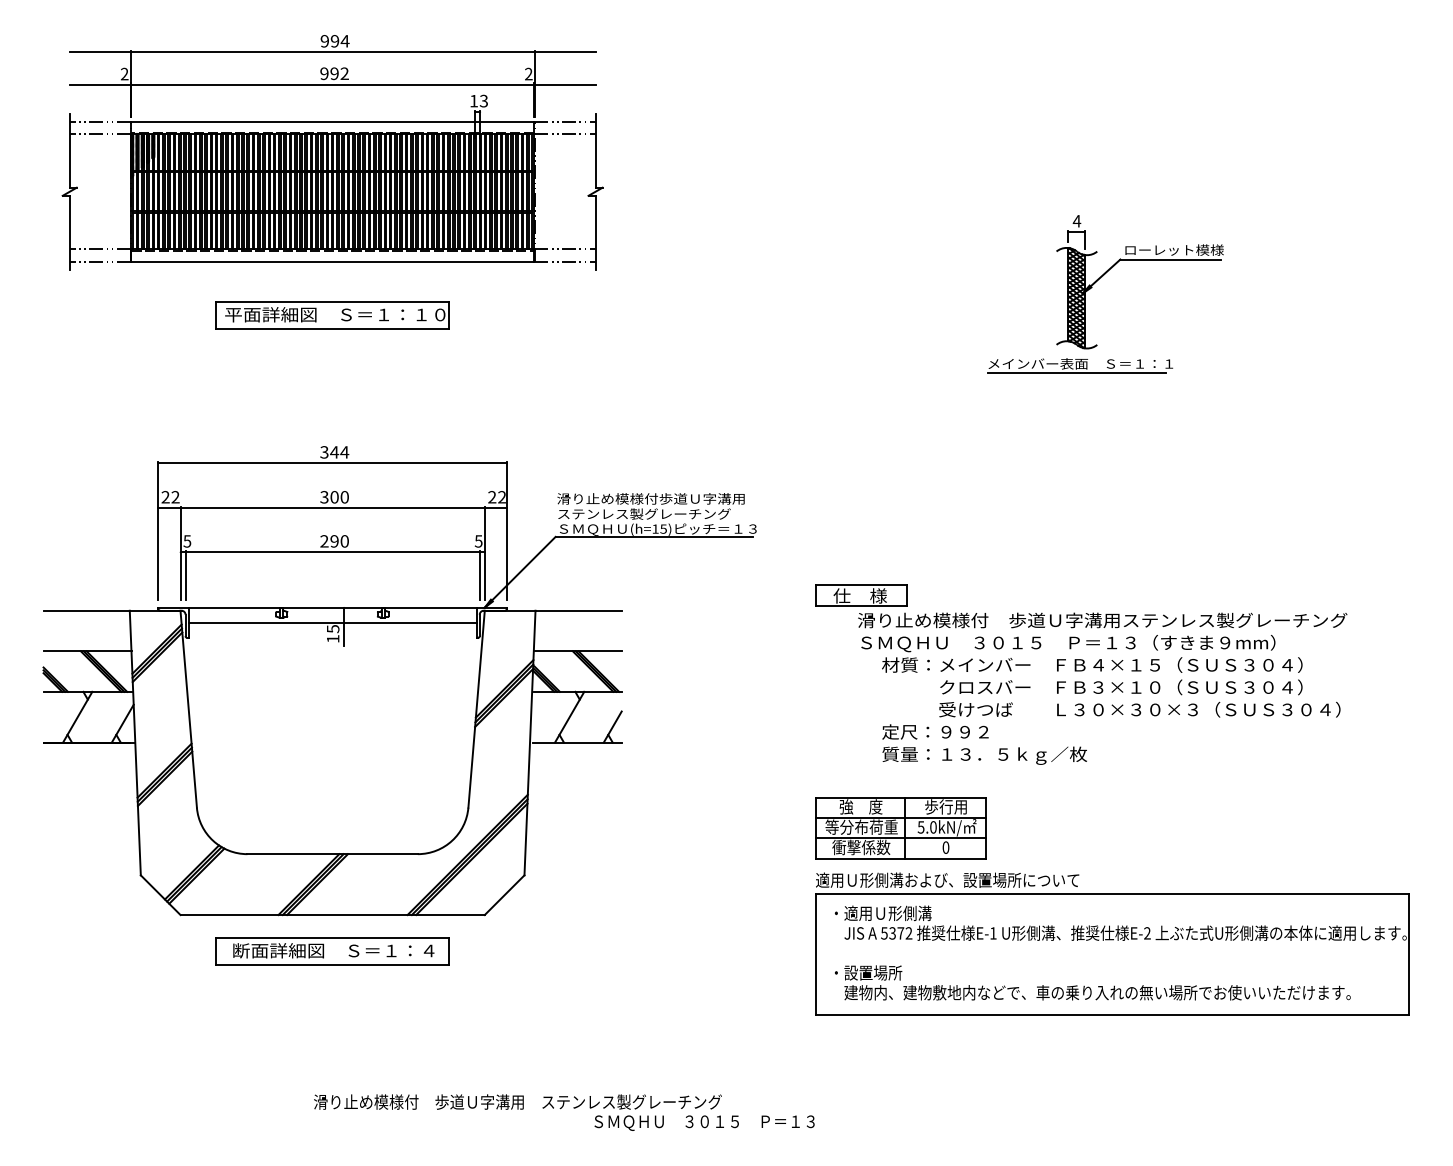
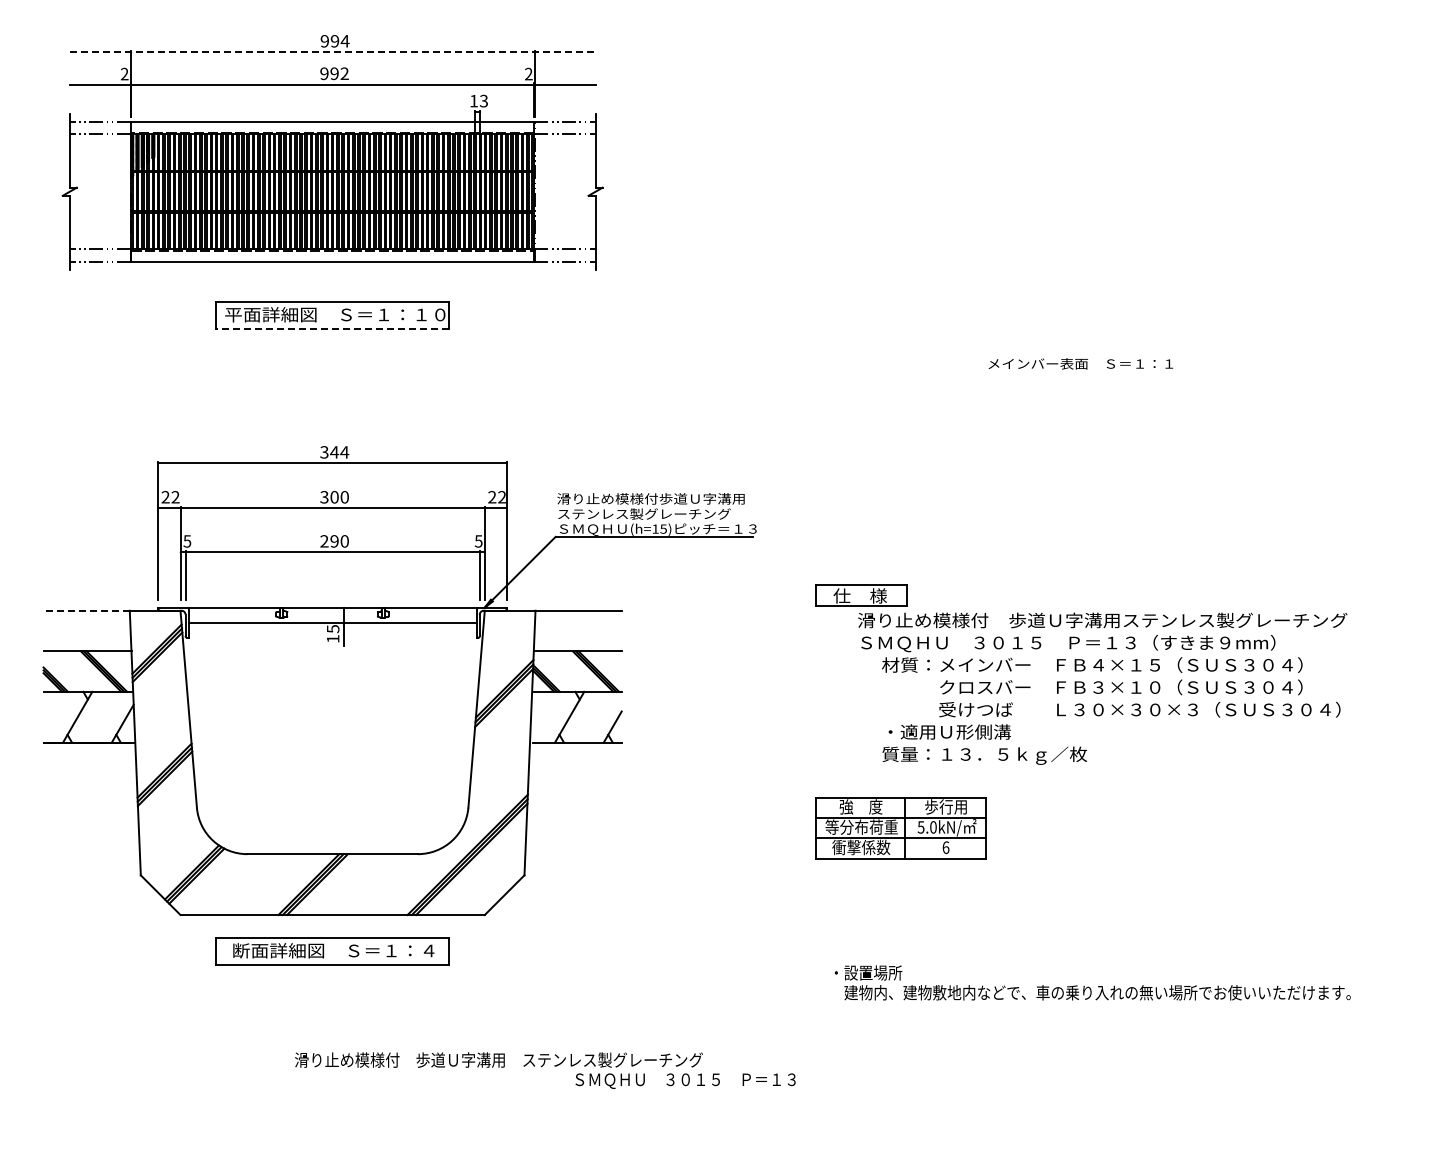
line at (332, 52): solid -> dashed
part at (1139, 260): present -> none
line at (332, 328): solid -> dashed
line at (1076, 373): present -> none
line at (86, 610): solid -> dashed
text at (946, 731): 定尺：９９２ -> ・適用Ｕ形側溝
text at (945, 847): 0 -> 6
part at (1112, 943): present -> none
text at (564, 1112) position: (564, 1112) -> (545, 1070)
